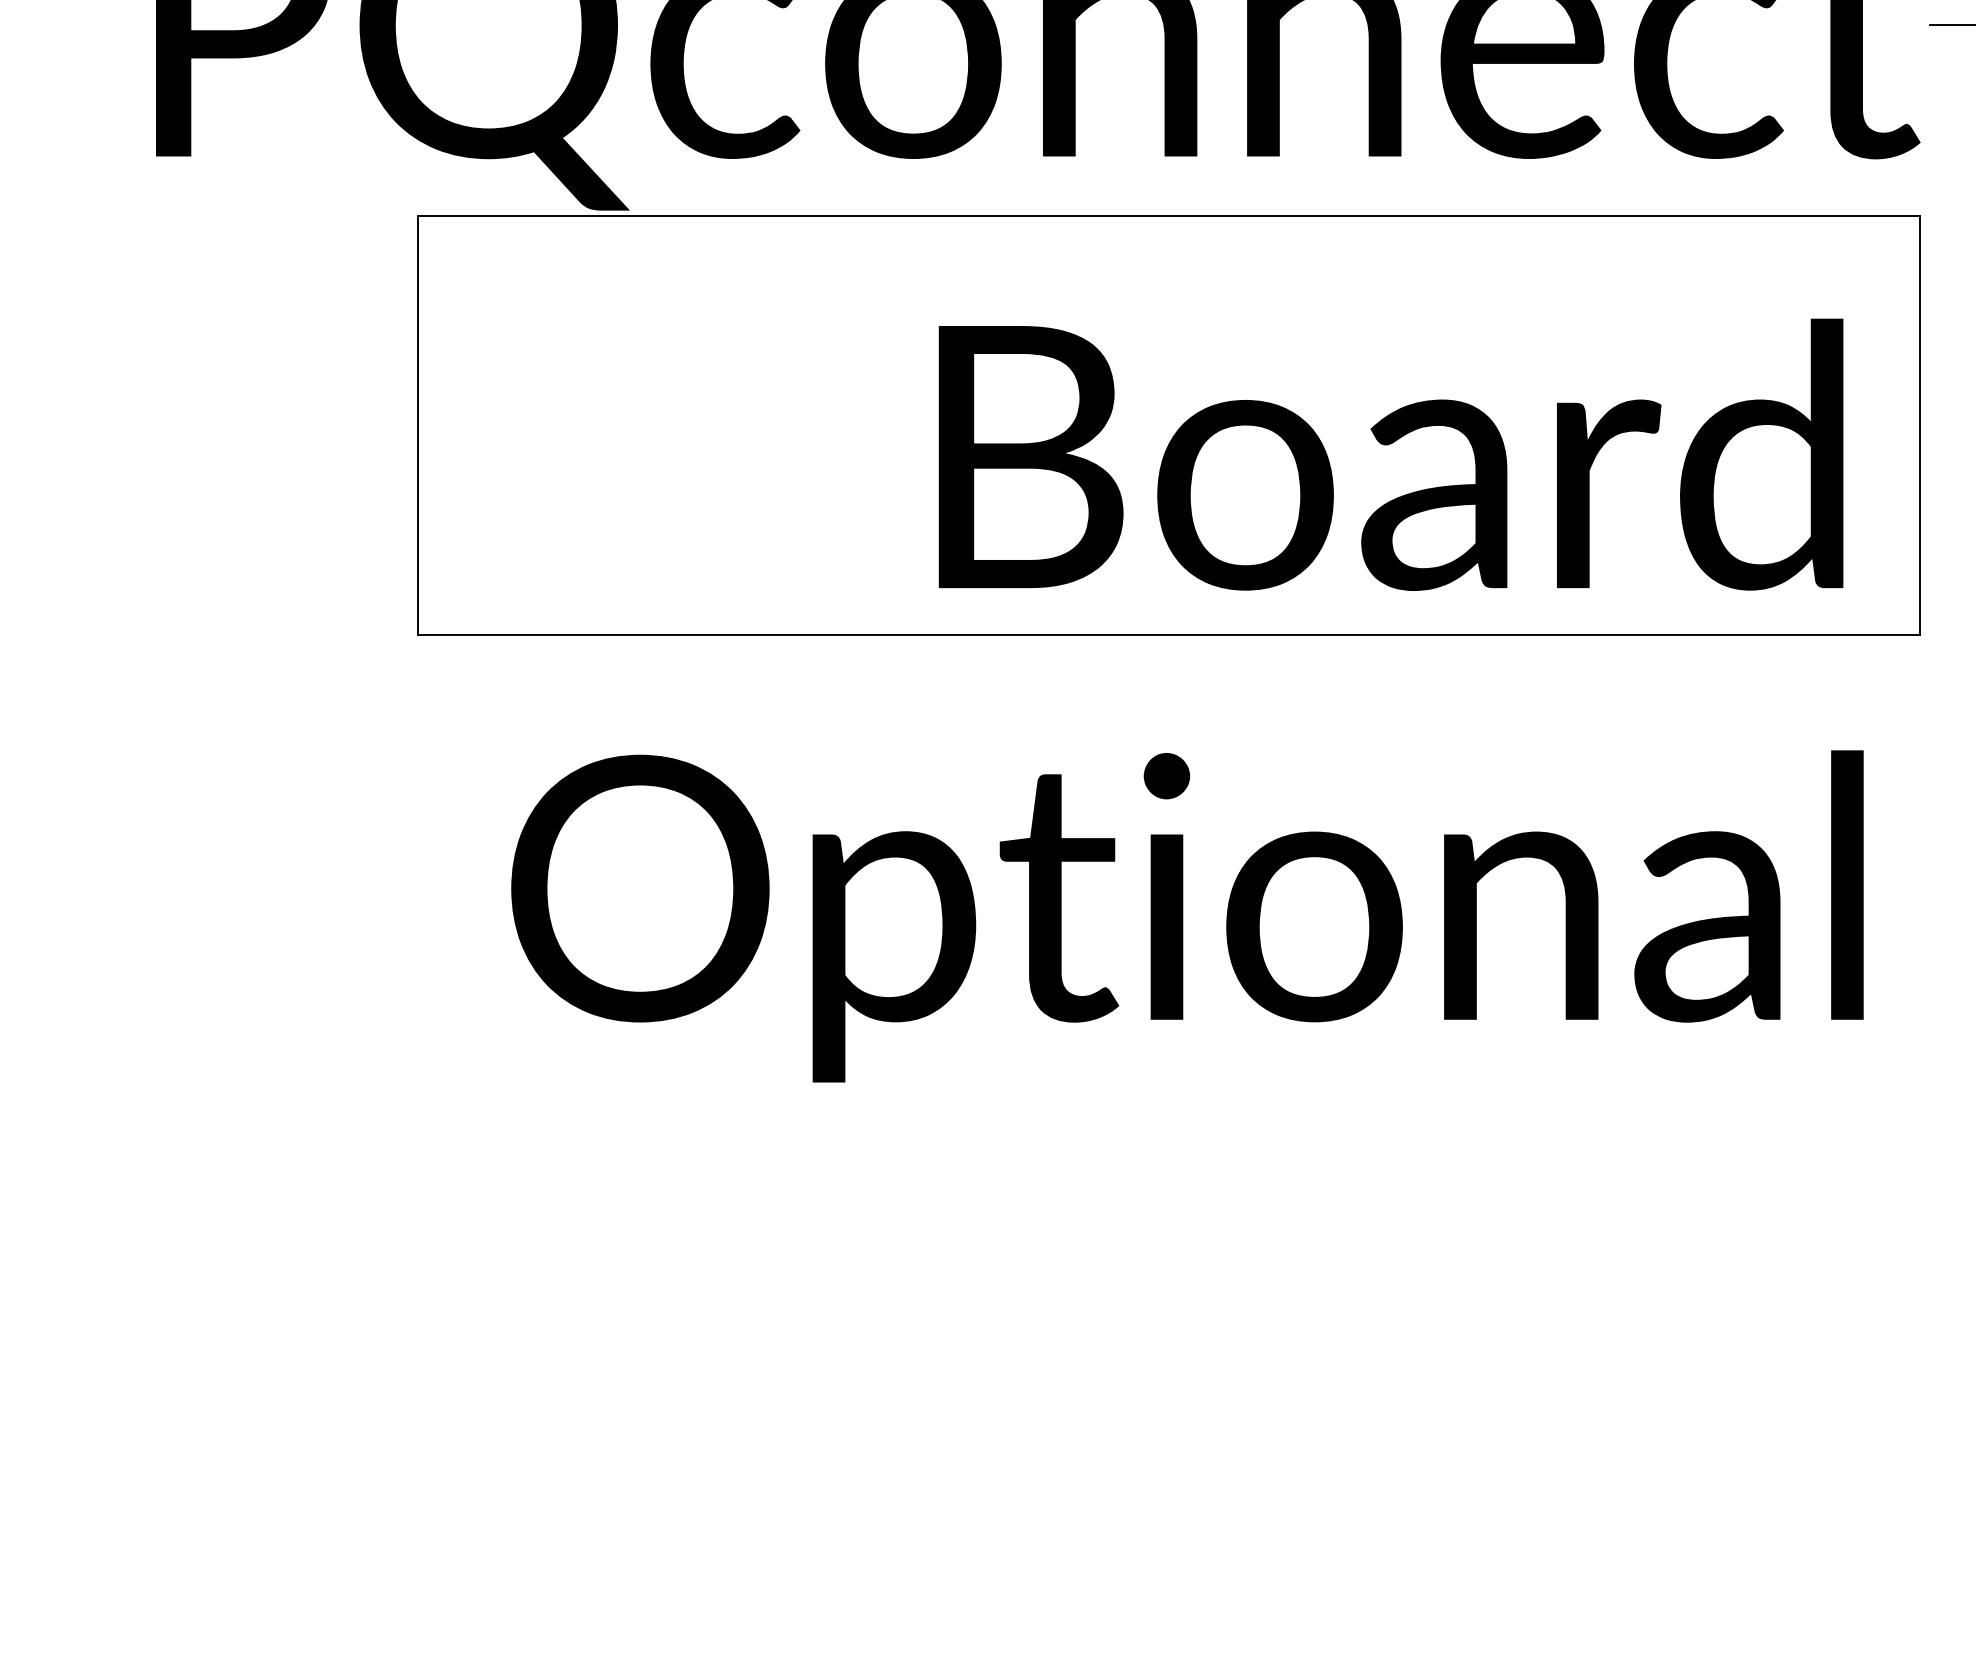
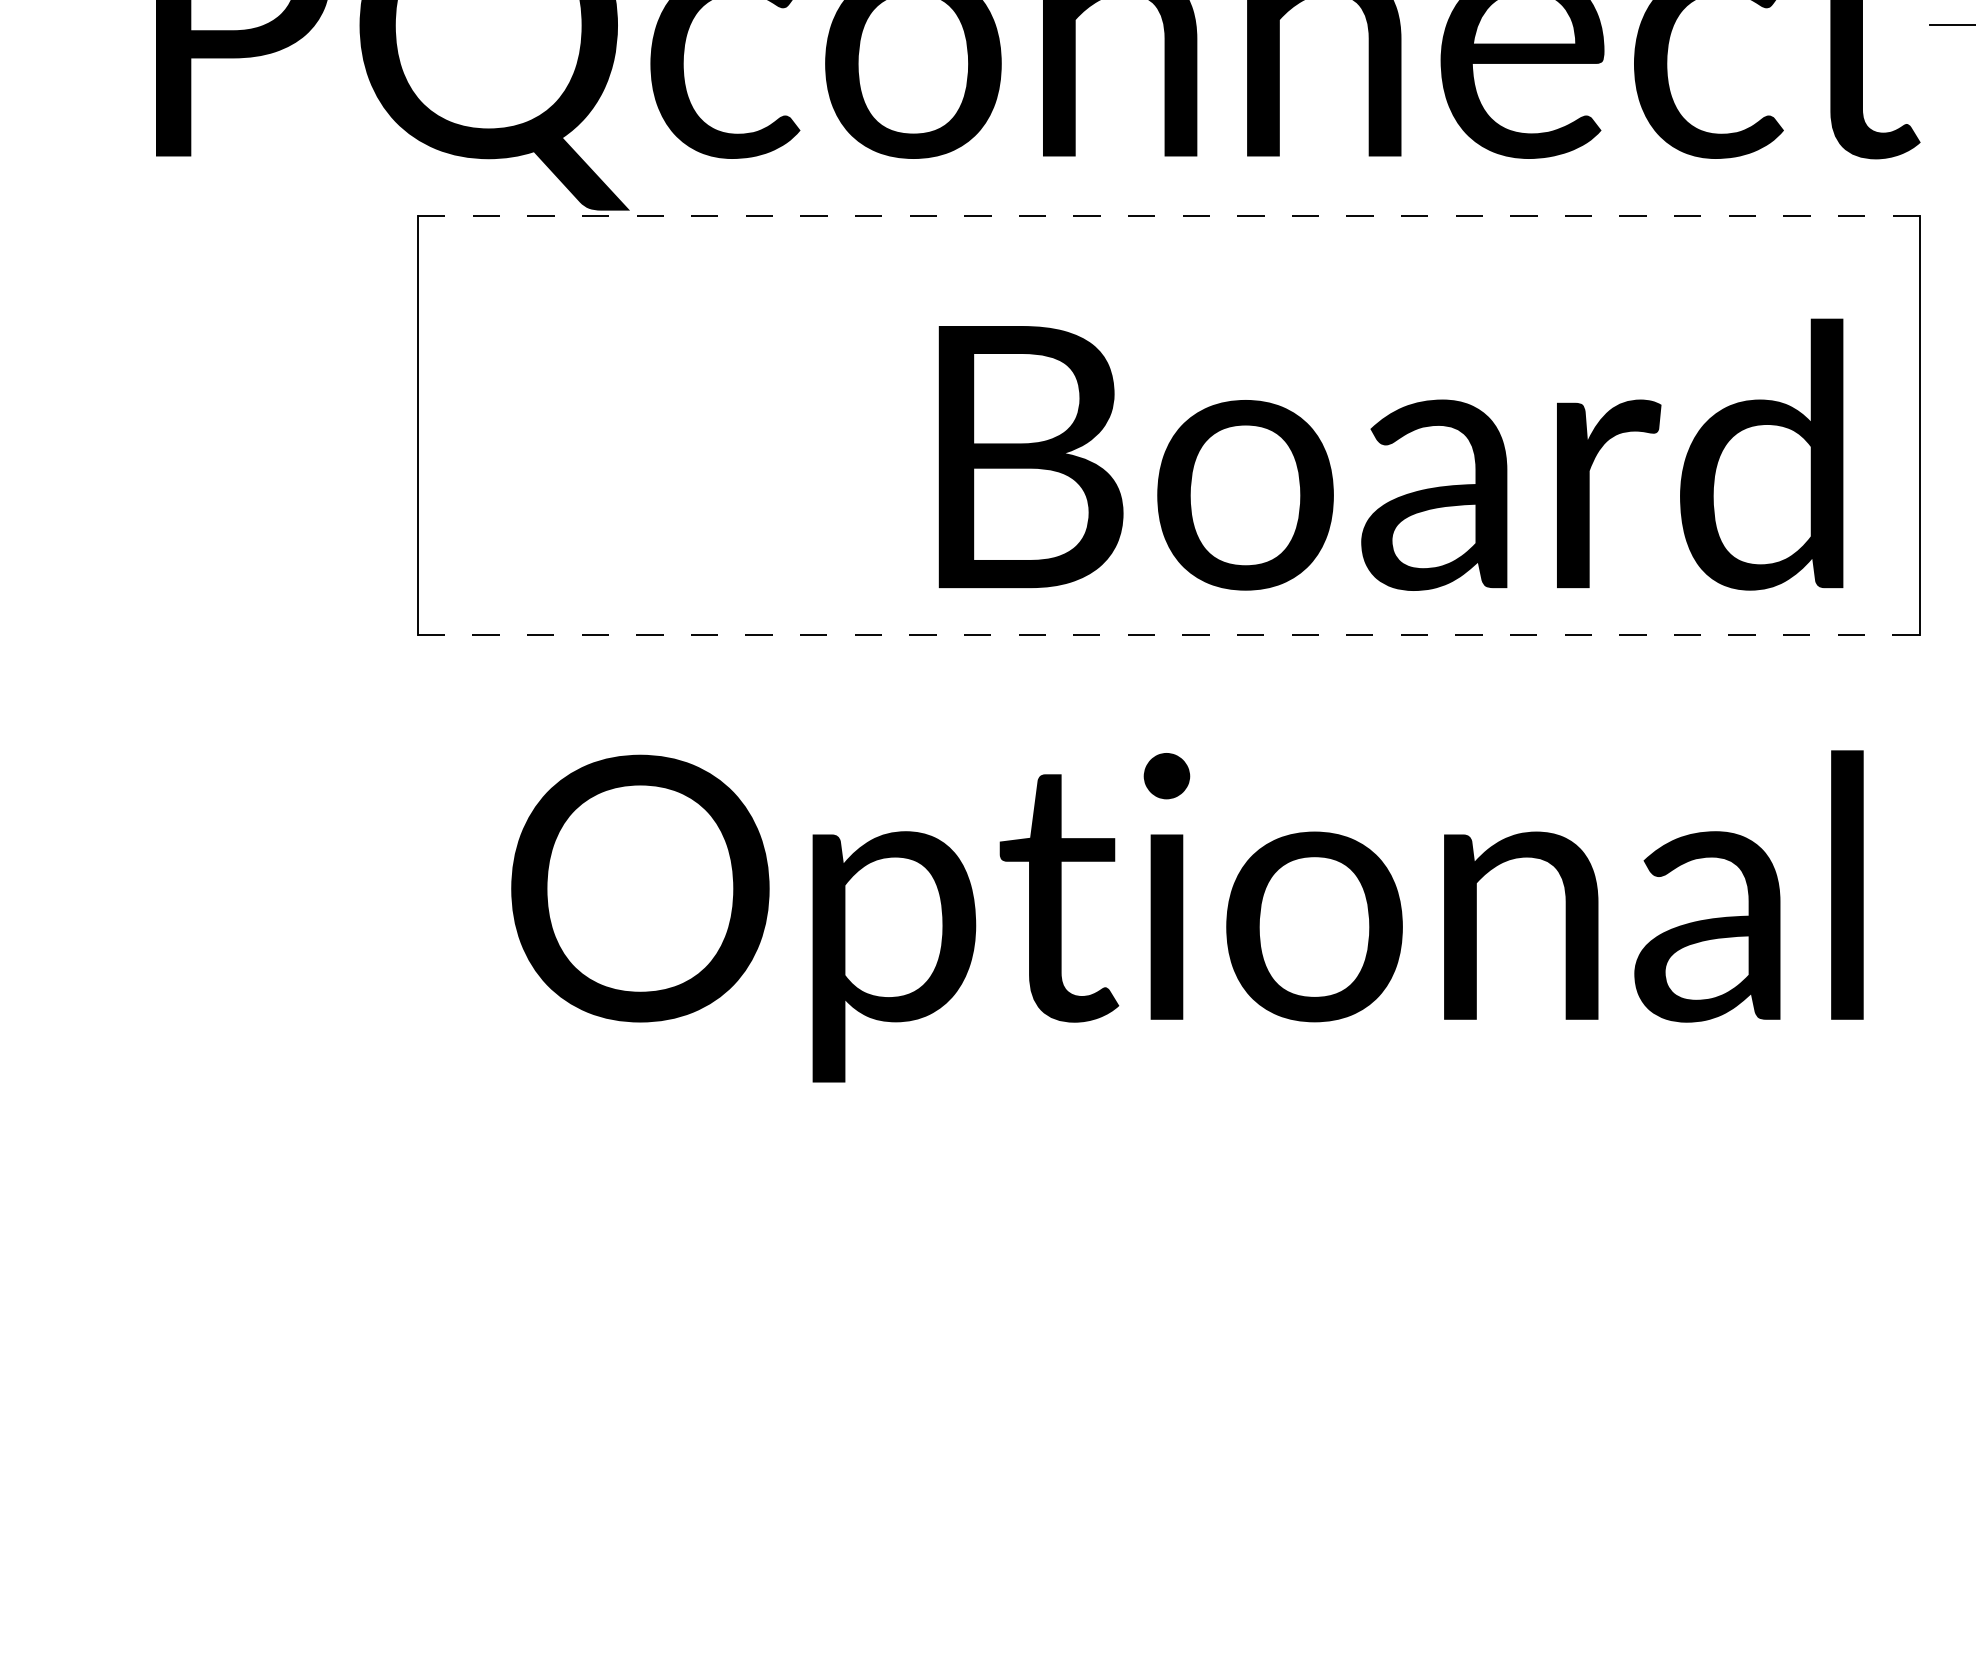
line at (1168, 216): solid -> dashed
line at (1168, 634): solid -> dashed
